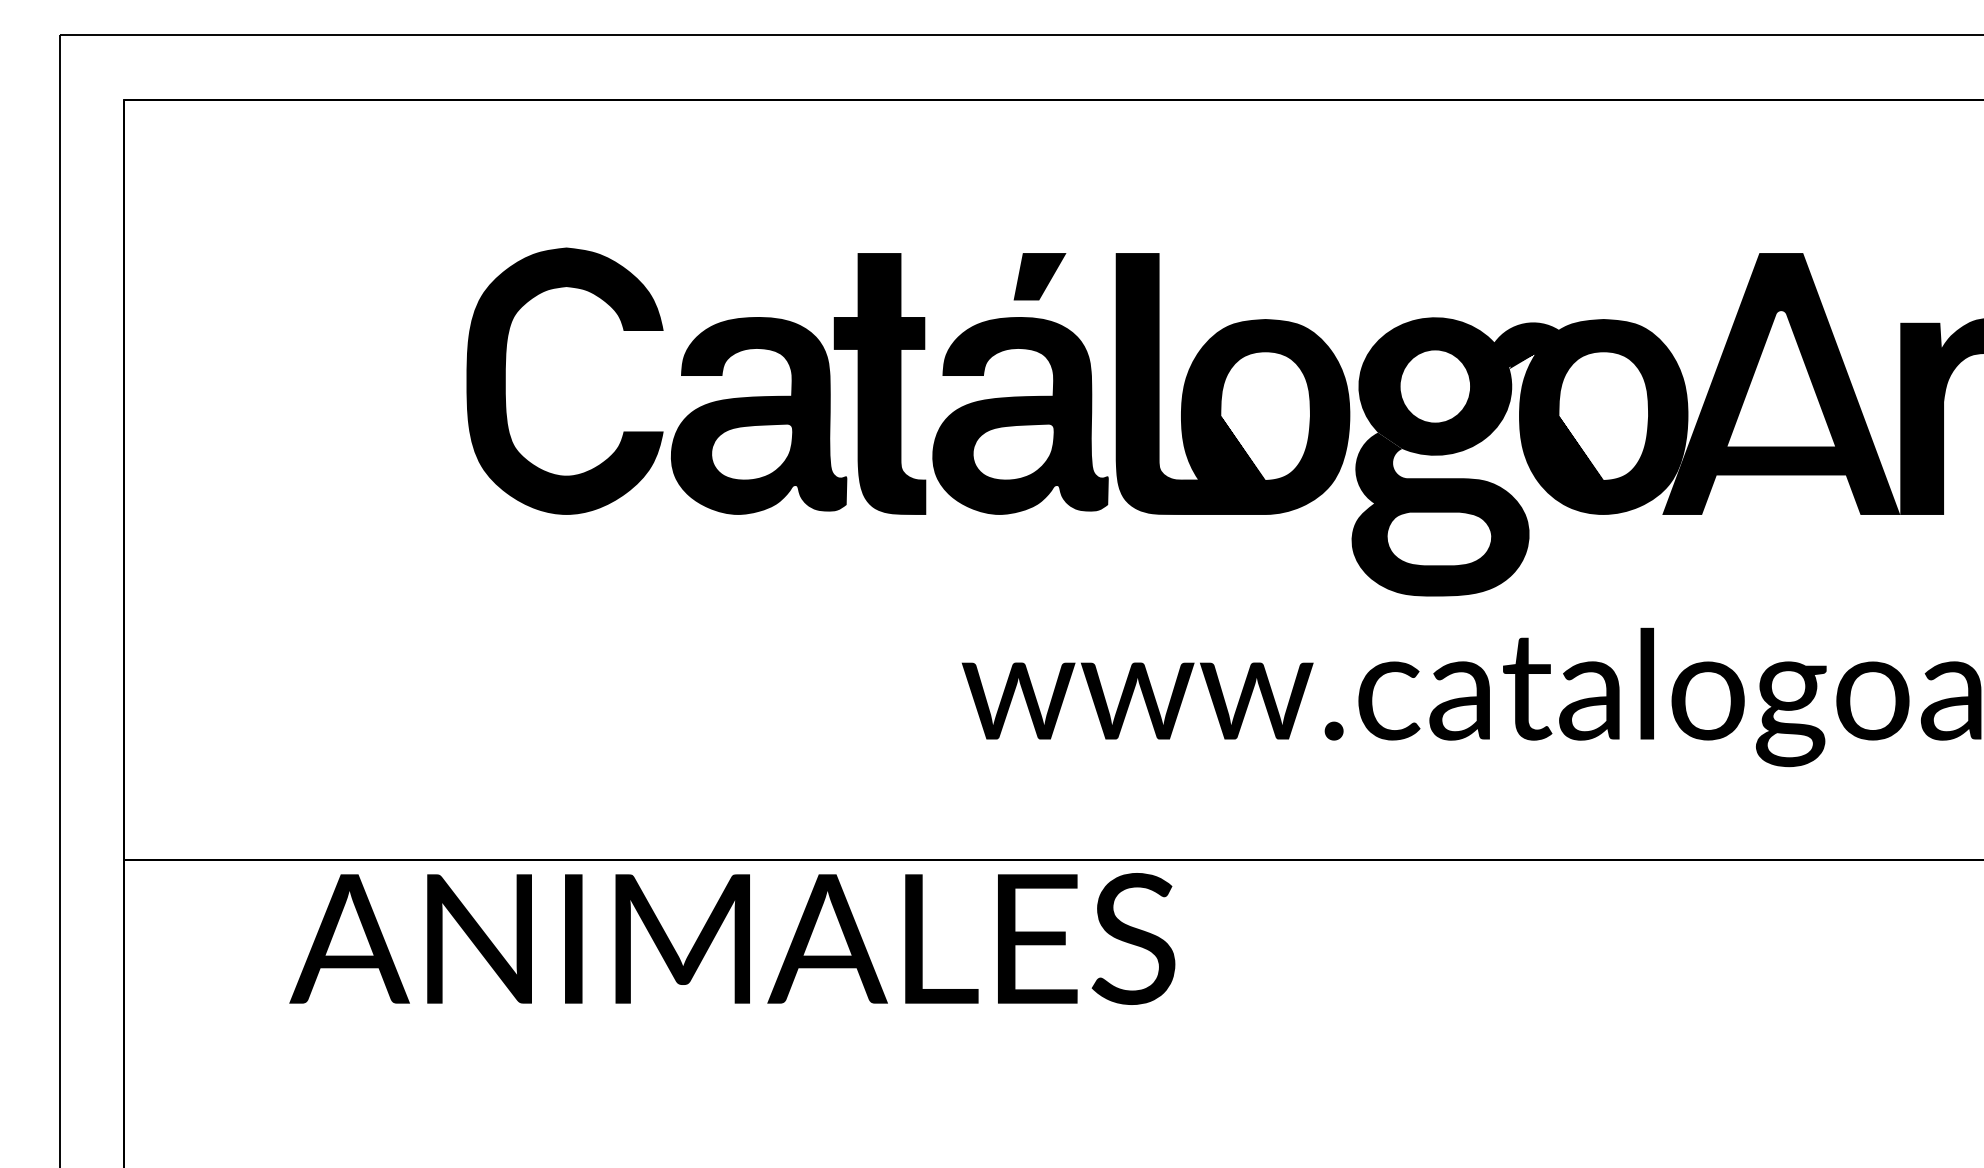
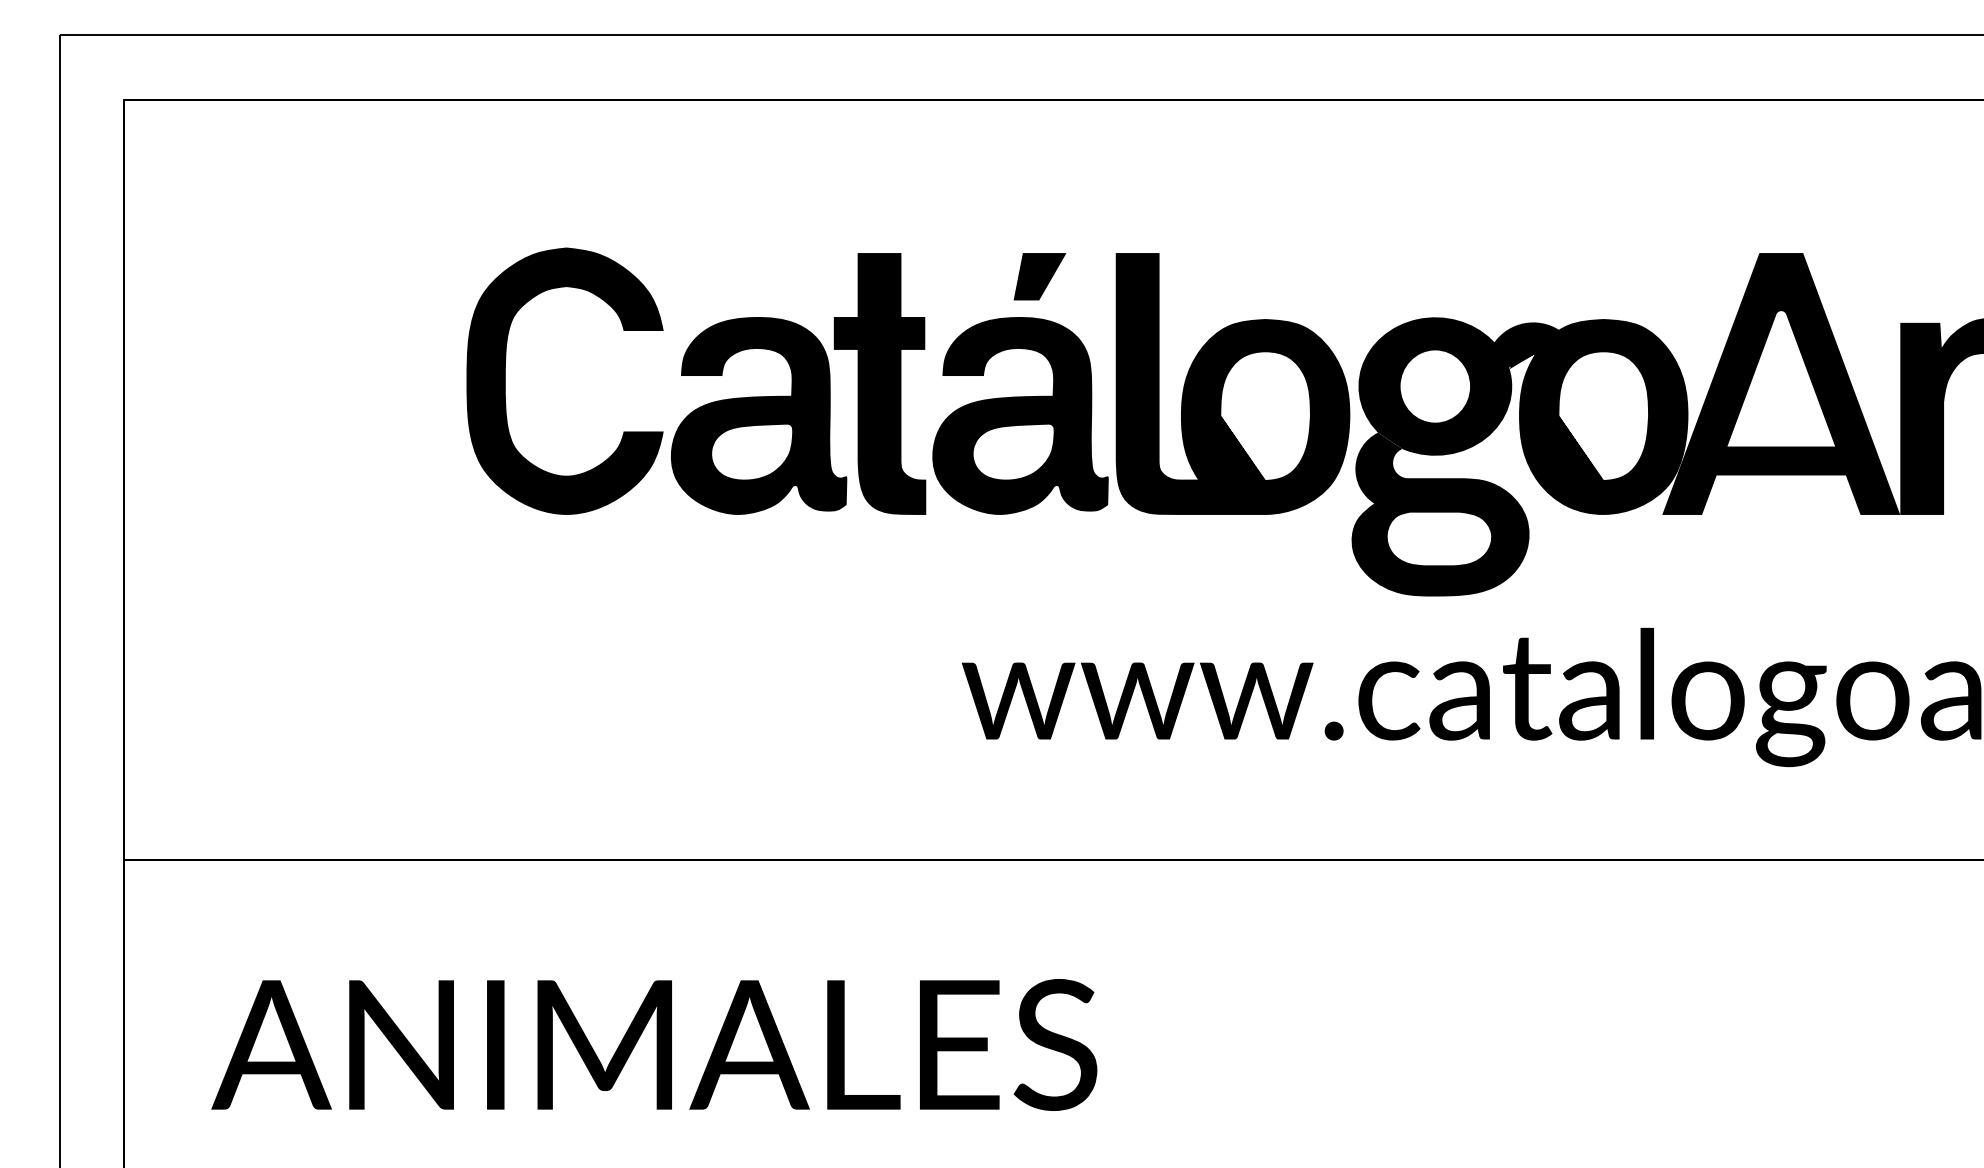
text at (732, 938) position: (732, 938) -> (654, 1044)
